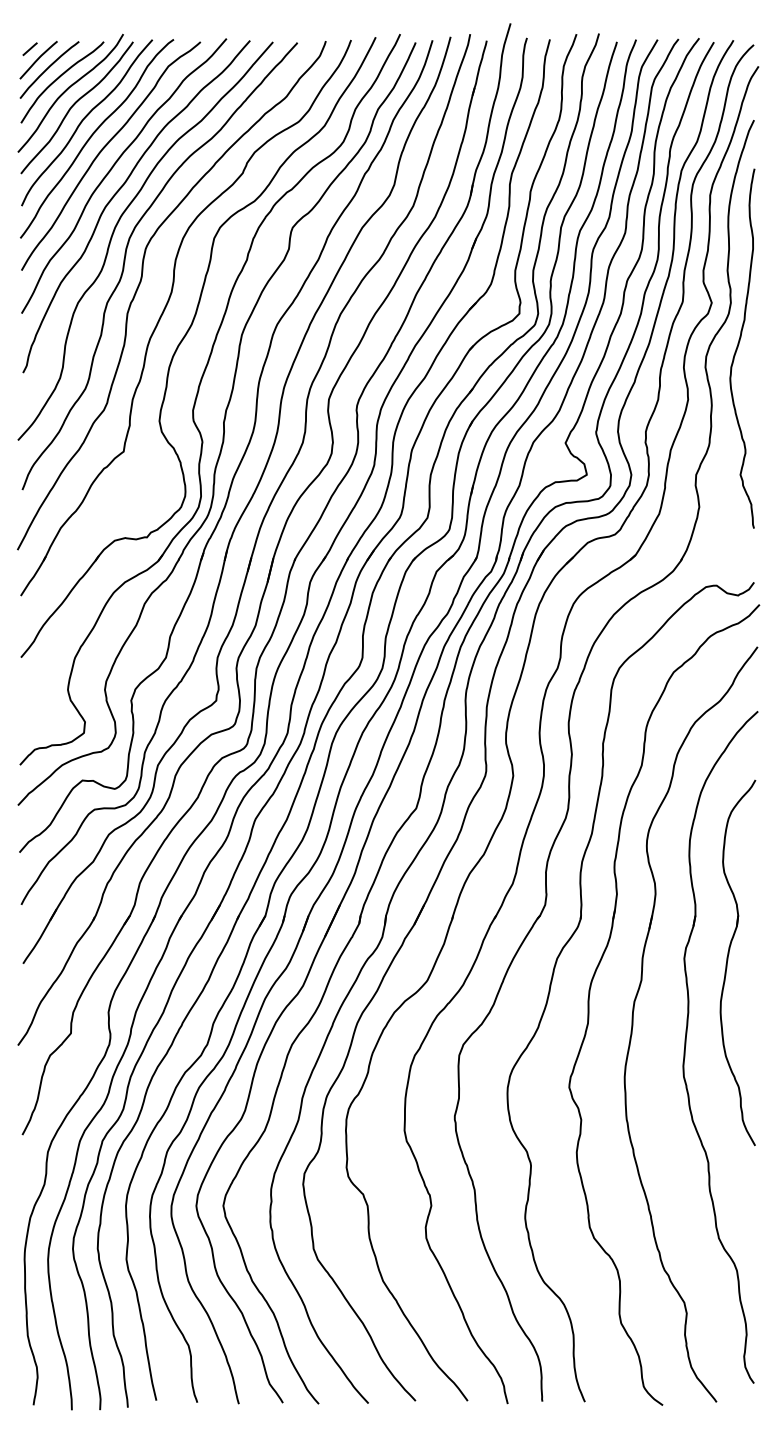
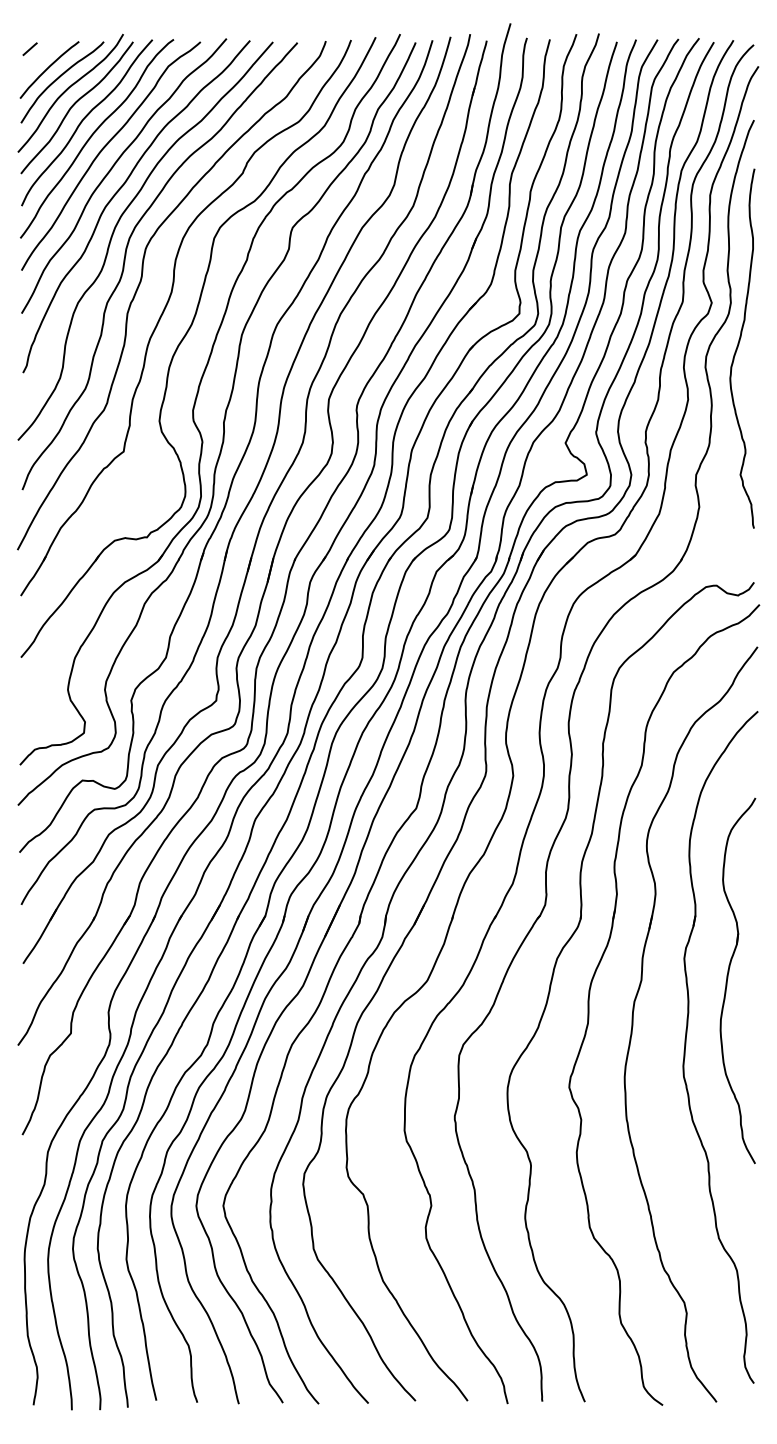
line at (38, 59): present -> none
part at (728, 960) position: (728, 960) -> (728, 978)
